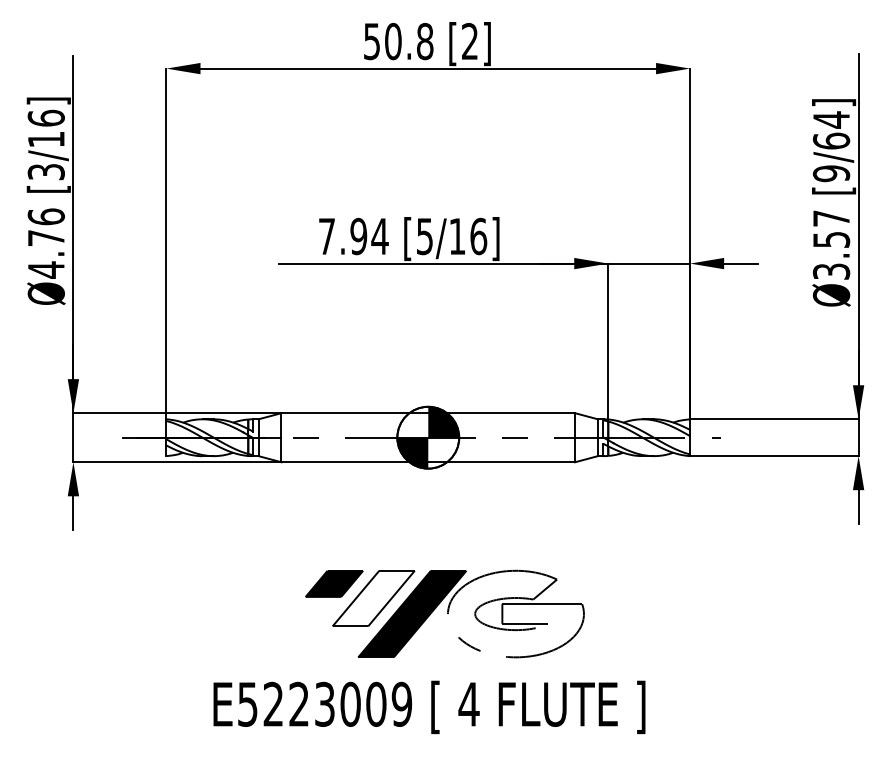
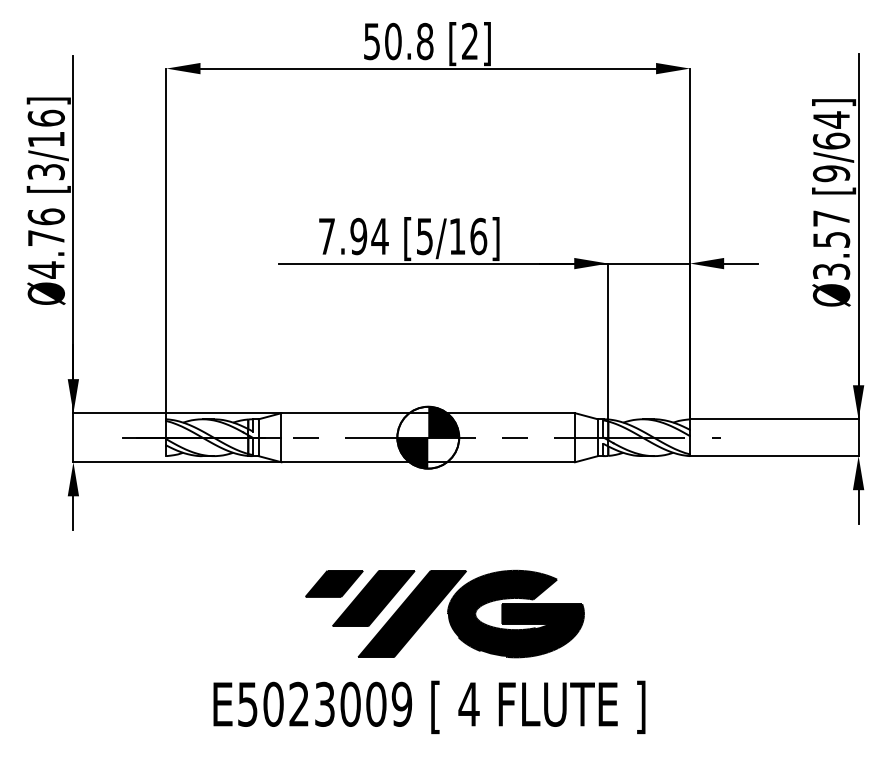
fill at (373, 598): none -> present
fill at (515, 613): none -> present
text at (273, 703): E5223009 -> E5023009
